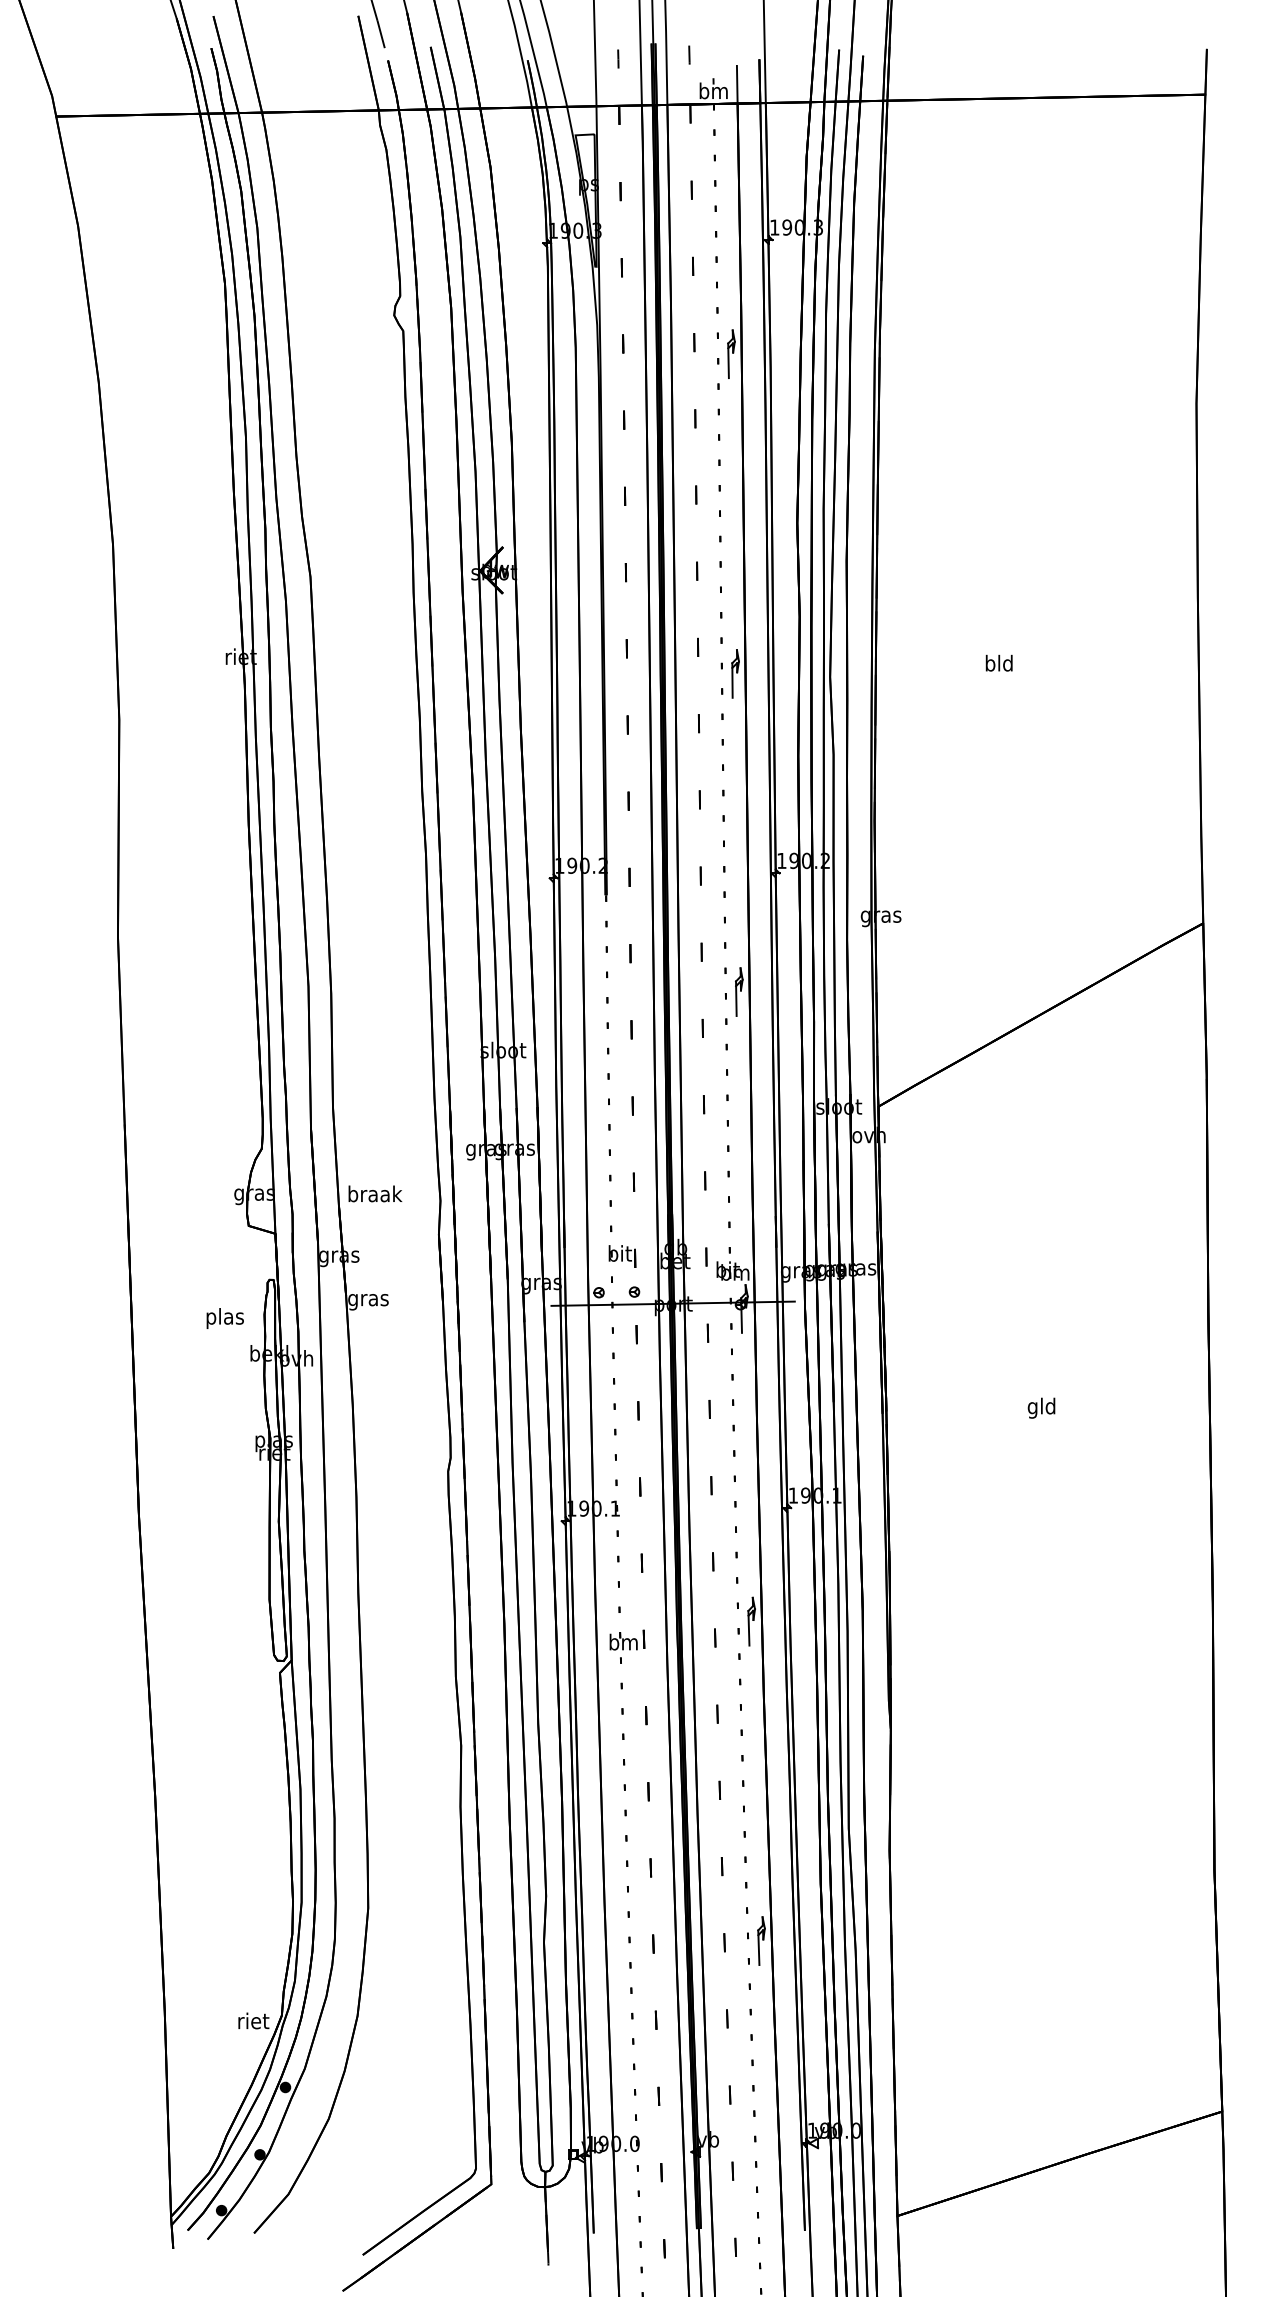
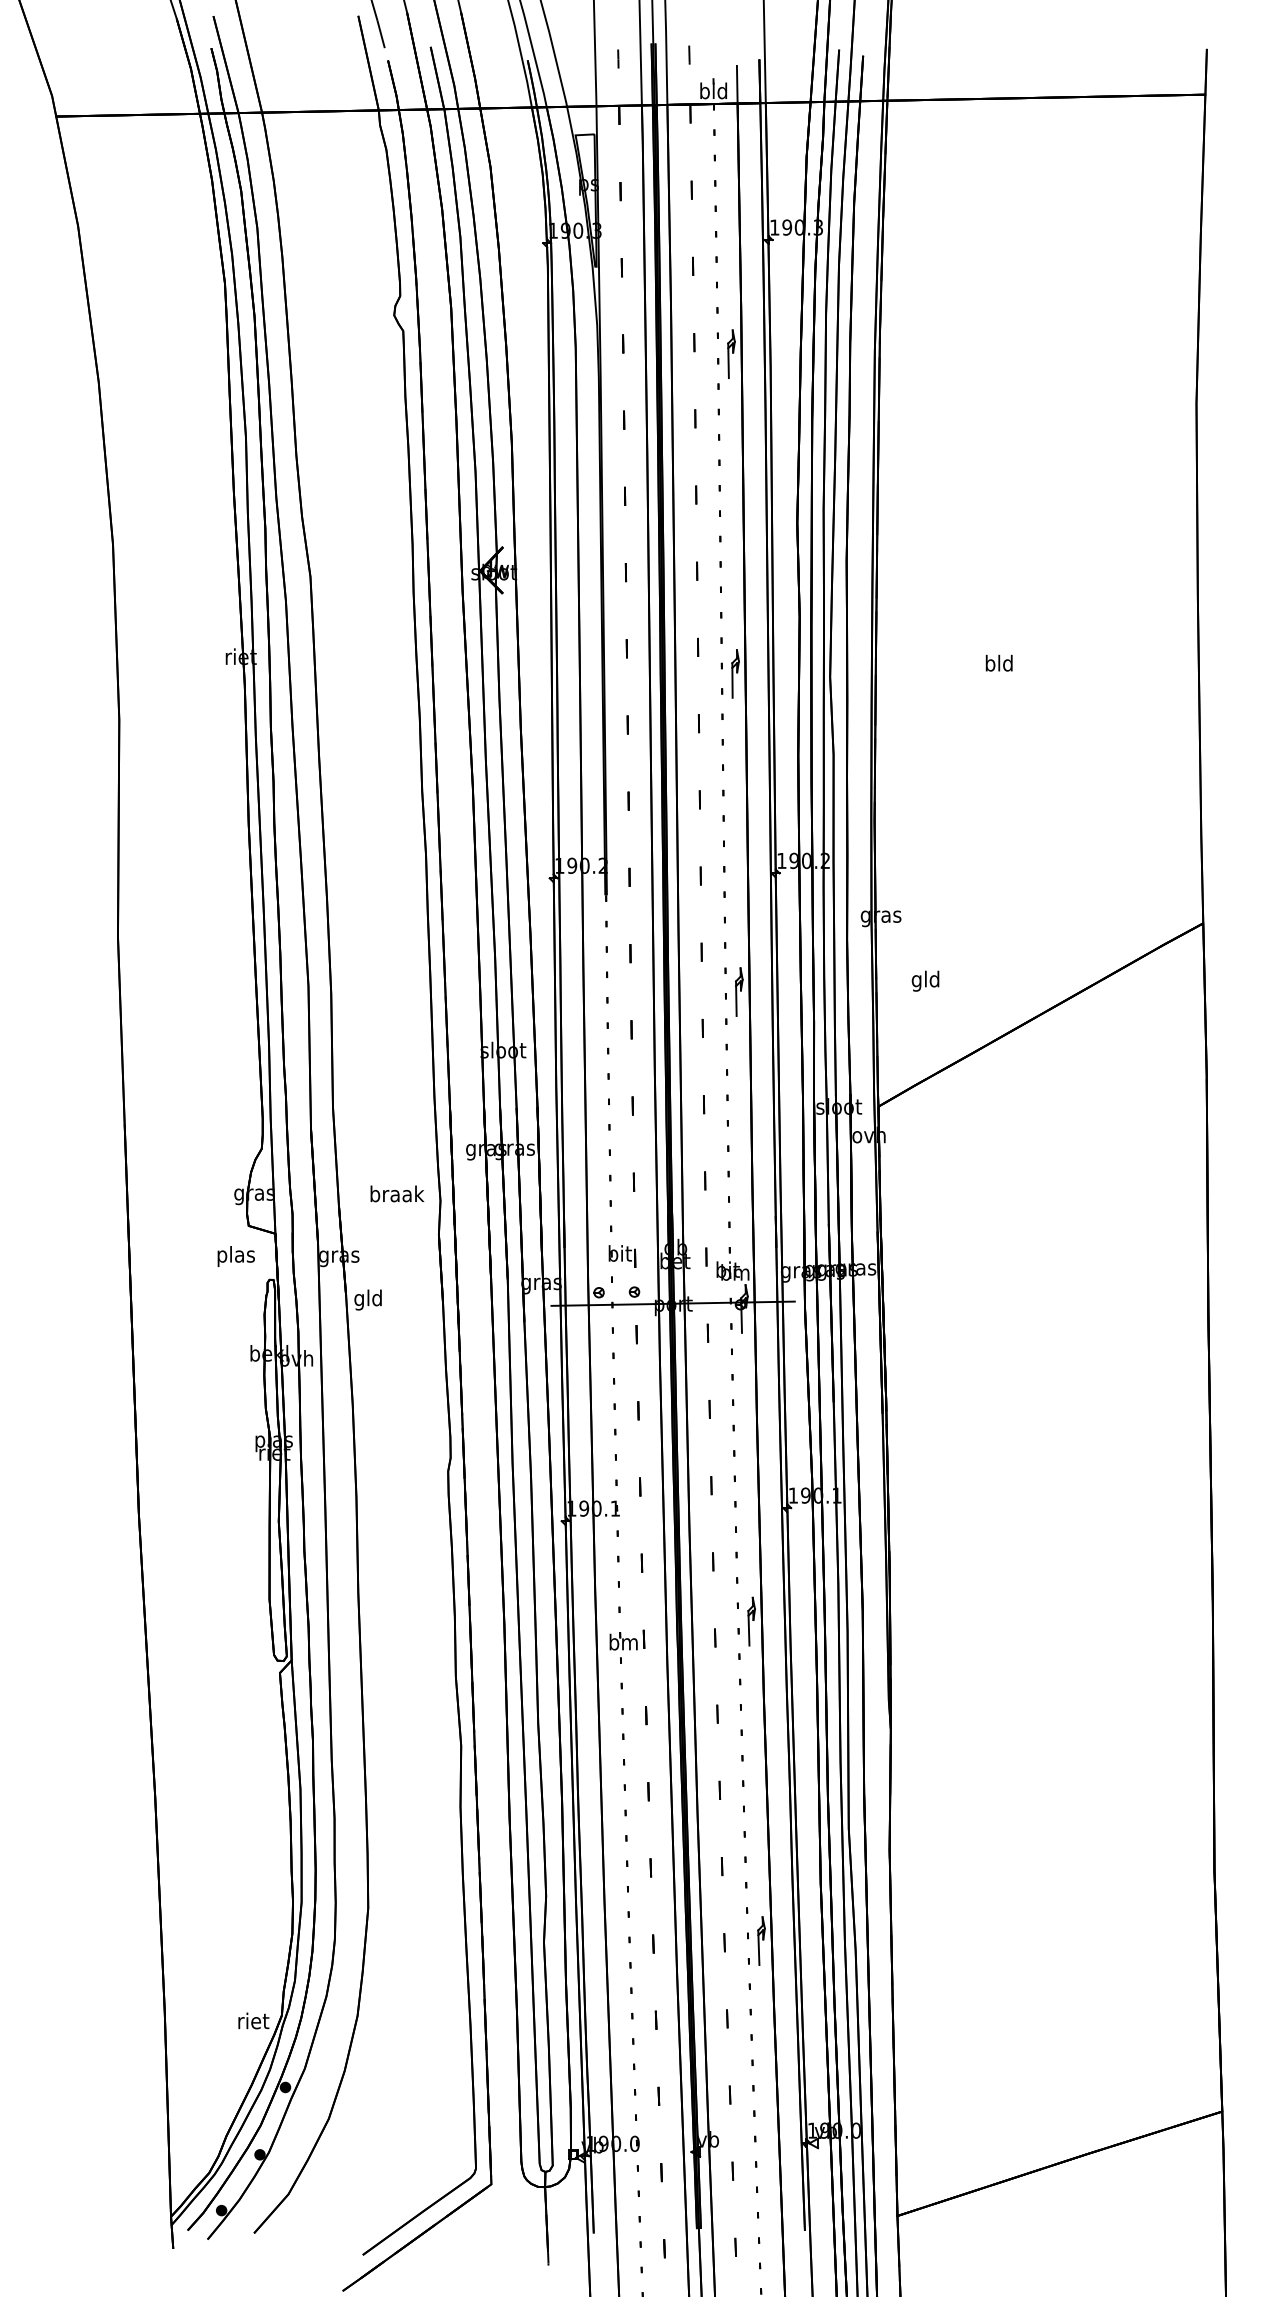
text at (713, 90): bm -> bld
text at (375, 1193) position: (375, 1193) -> (397, 1193)
text at (368, 1299): gras -> gld
text at (224, 1318) position: (224, 1318) -> (235, 1256)
text at (1041, 1407) position: (1041, 1407) -> (925, 980)
